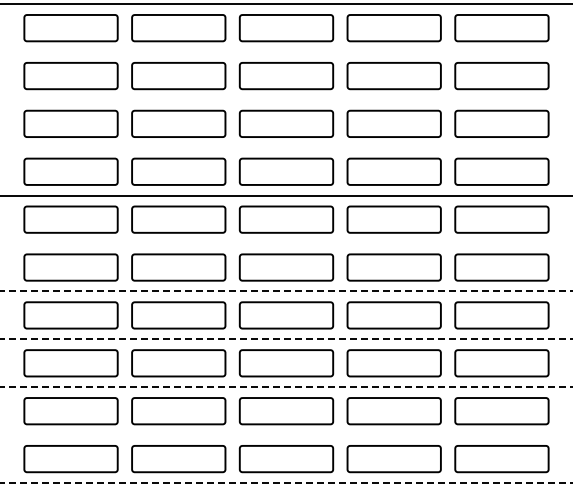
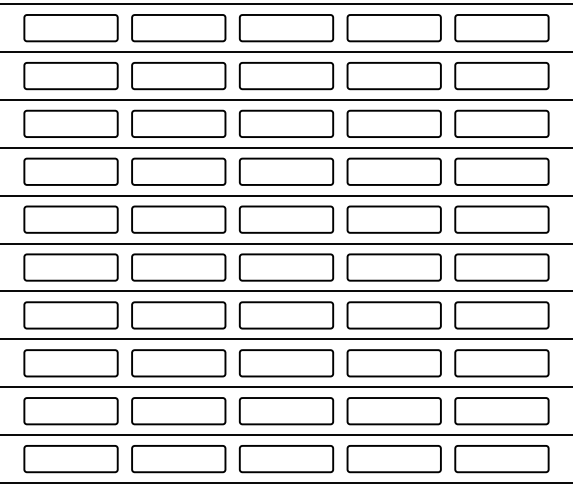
line at (285, 52): none -> present
line at (285, 99): none -> present
line at (285, 147): none -> present
line at (285, 243): none -> present
line at (286, 291): dashed -> solid
line at (286, 339): dashed -> solid
line at (286, 387): dashed -> solid
line at (285, 435): none -> present
line at (286, 483): dashed -> solid
